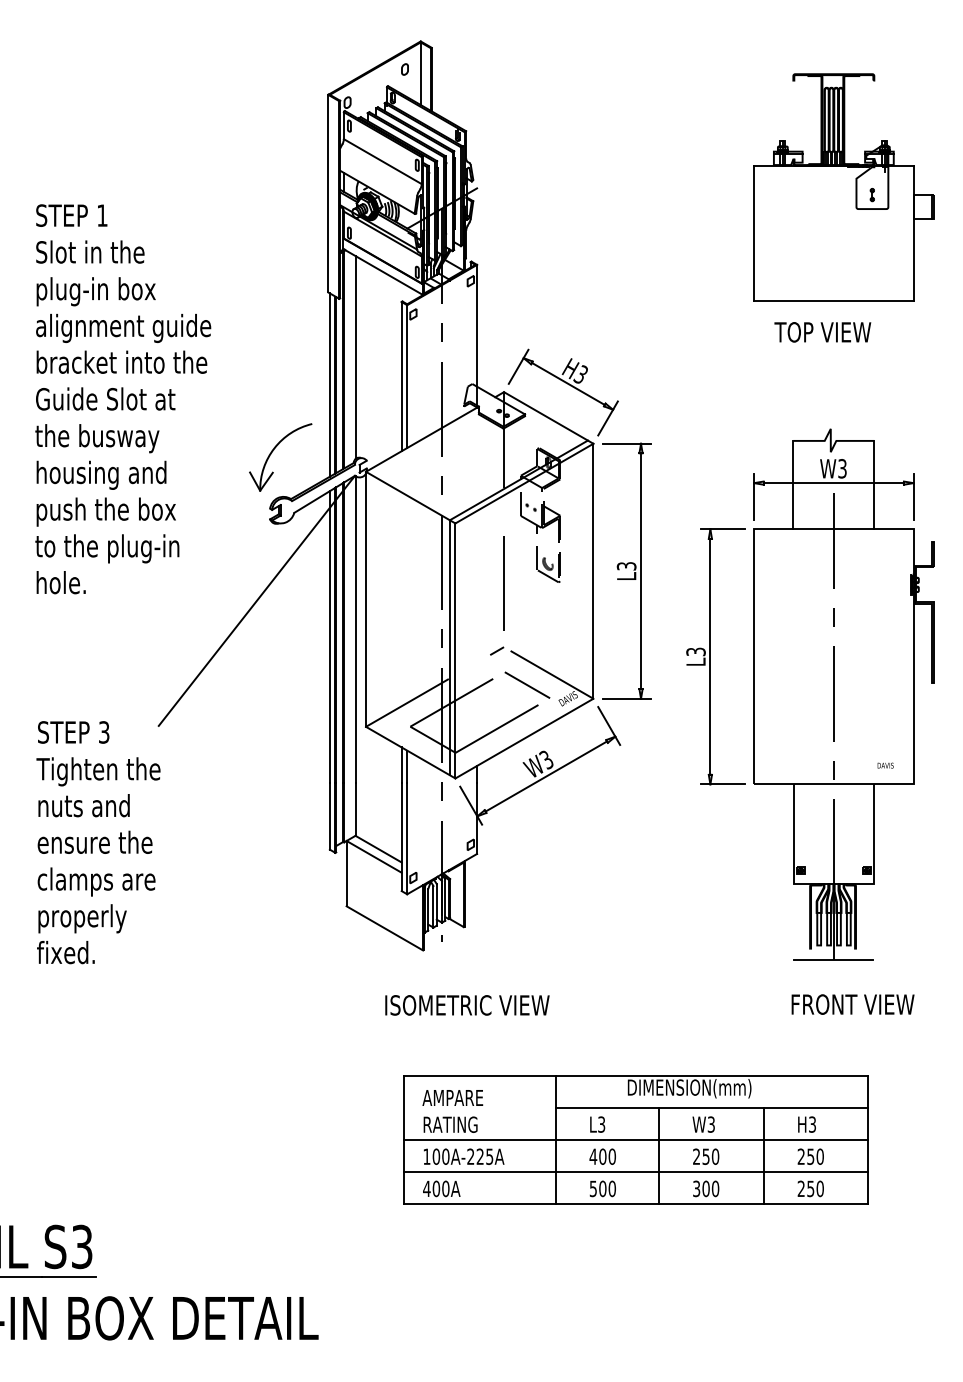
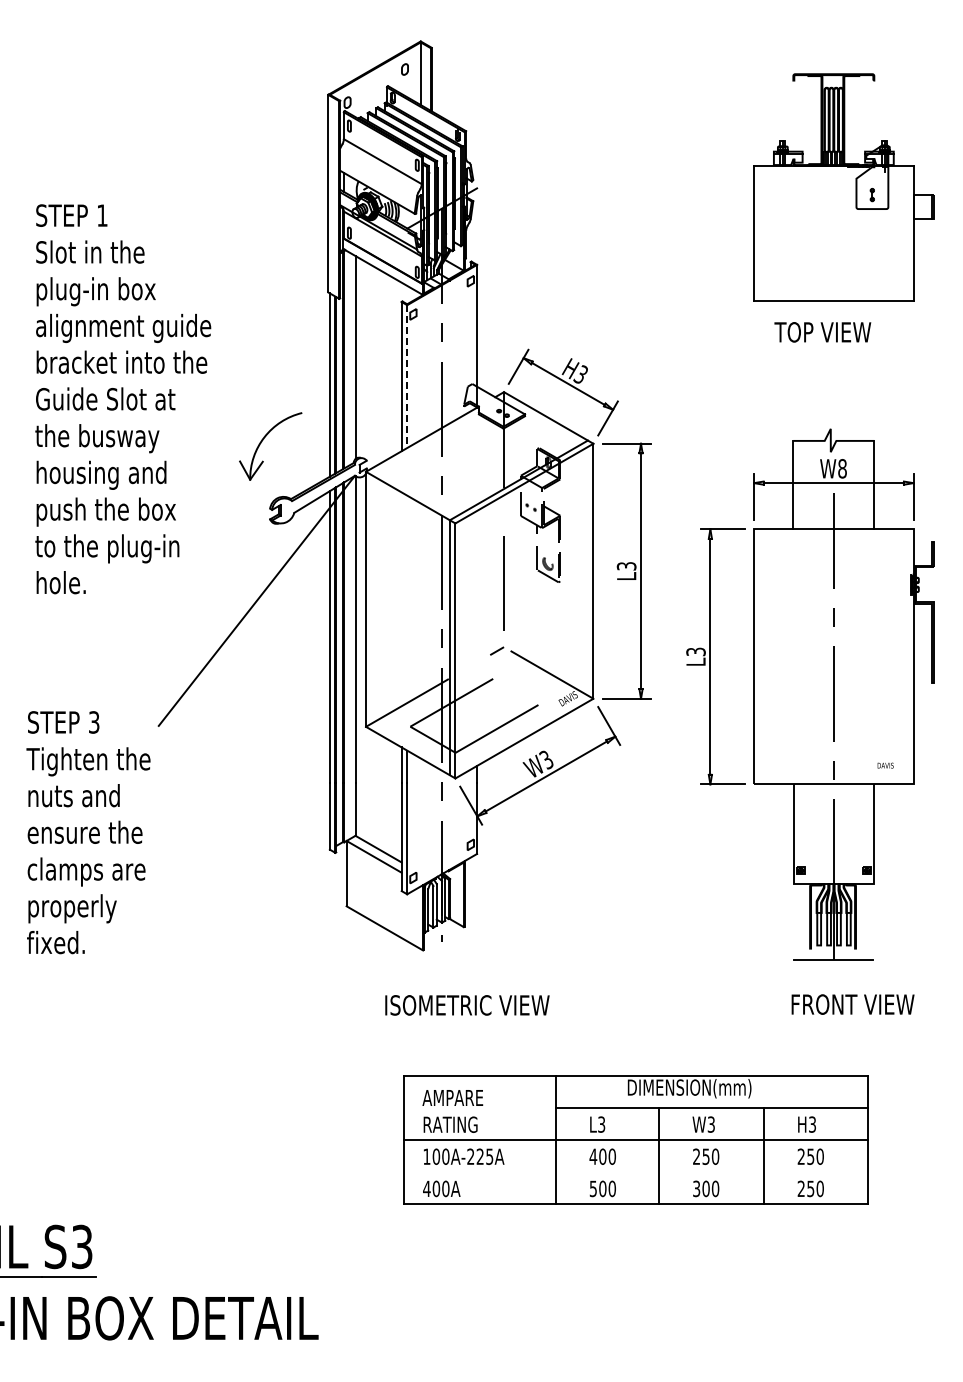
line at (407, 377): solid -> dashed
part at (273, 451) position: (273, 451) -> (263, 440)
text at (842, 468): W3 -> W8
line at (527, 685): present -> none
text at (98, 842) position: (98, 842) -> (88, 832)
line at (635, 1172): present -> none
